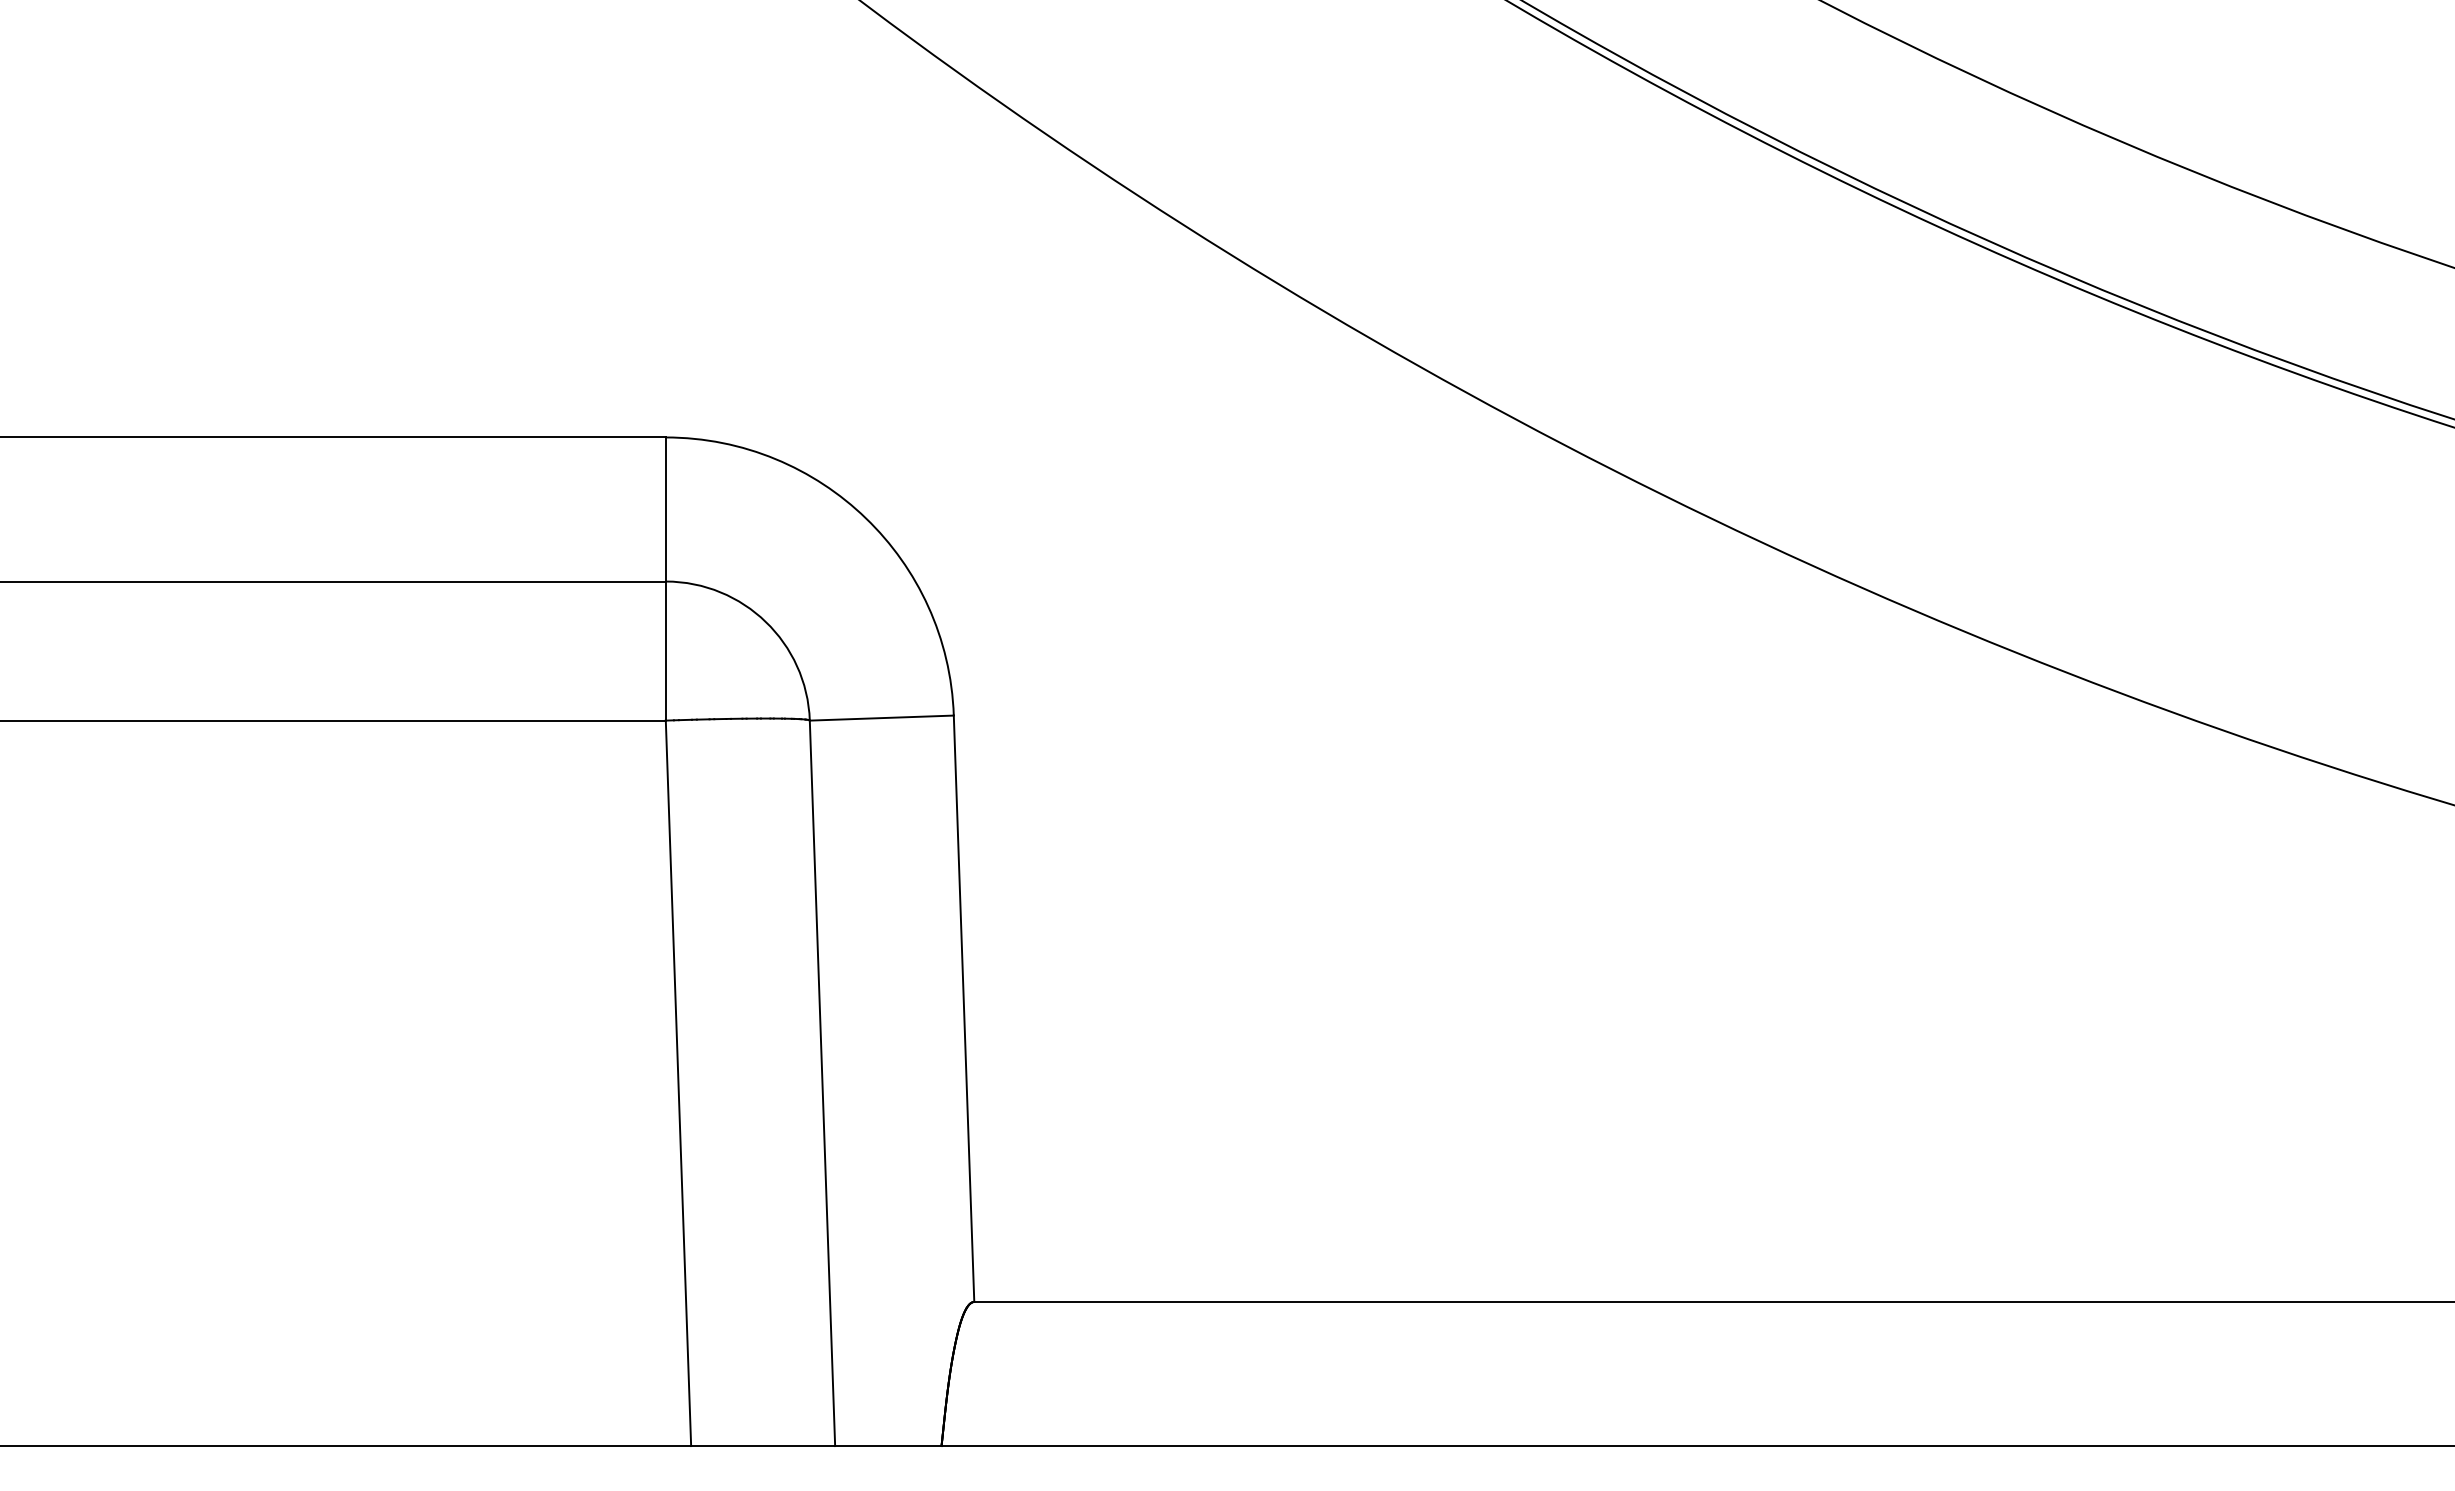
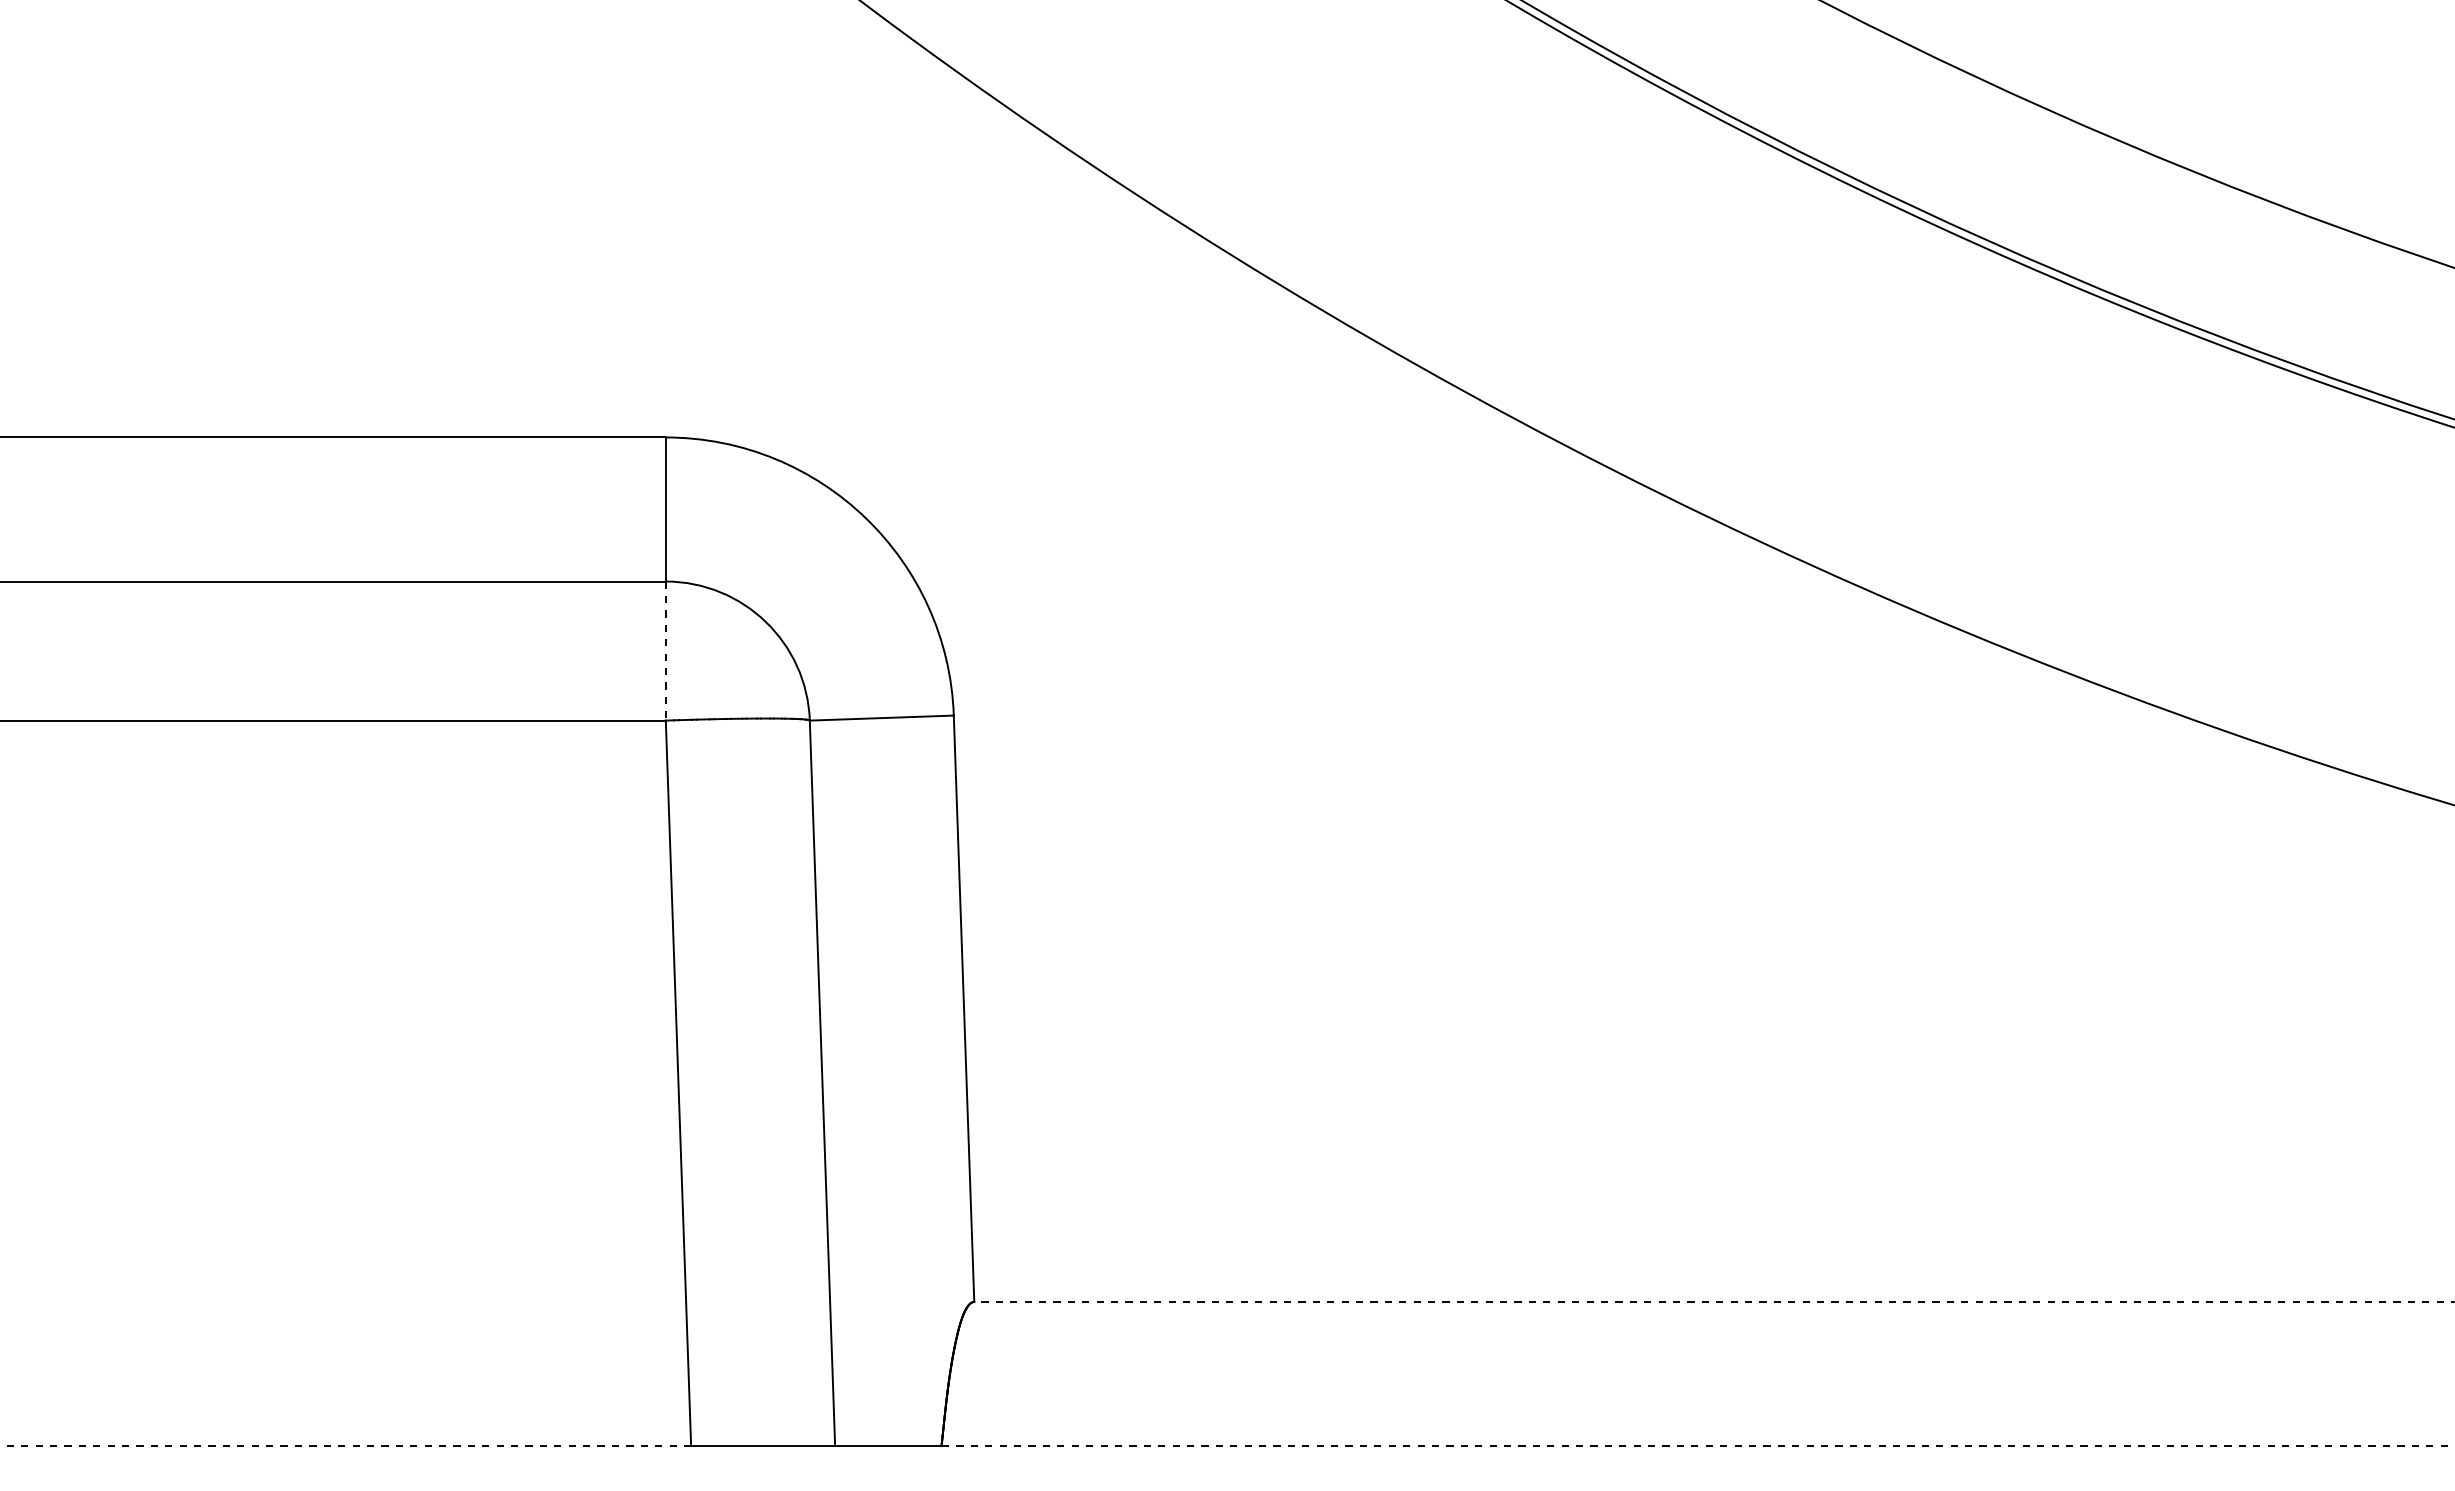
line at (665, 651): solid -> dashed
line at (1714, 1302): solid -> dashed
line at (345, 1446): solid -> dashed
line at (1697, 1446): solid -> dashed
